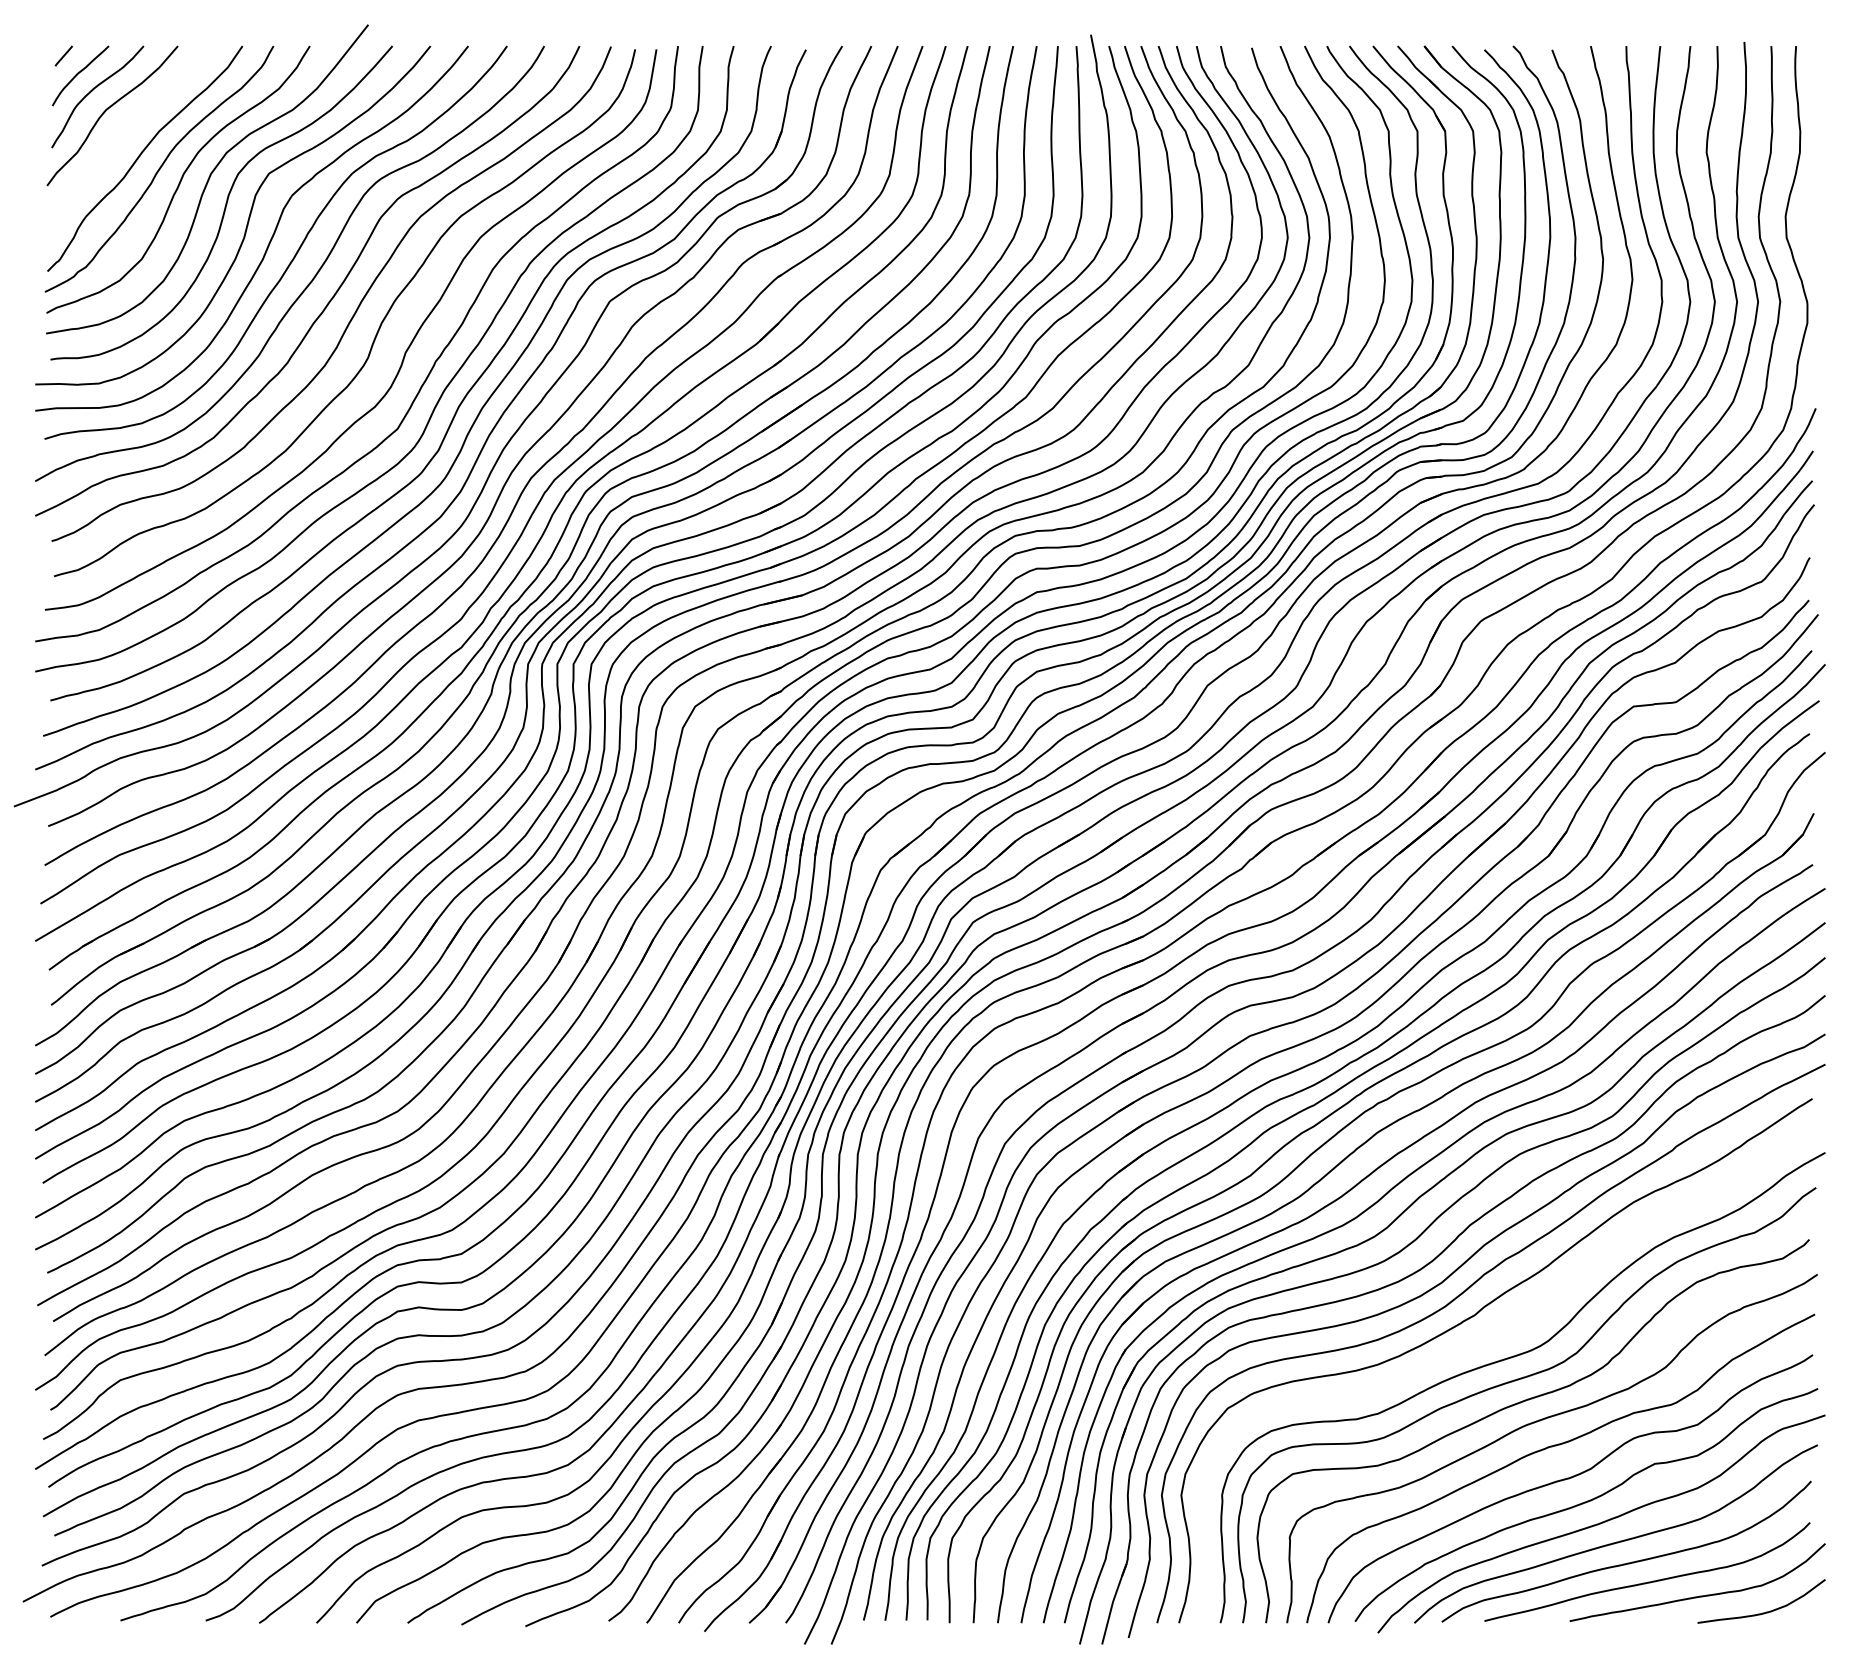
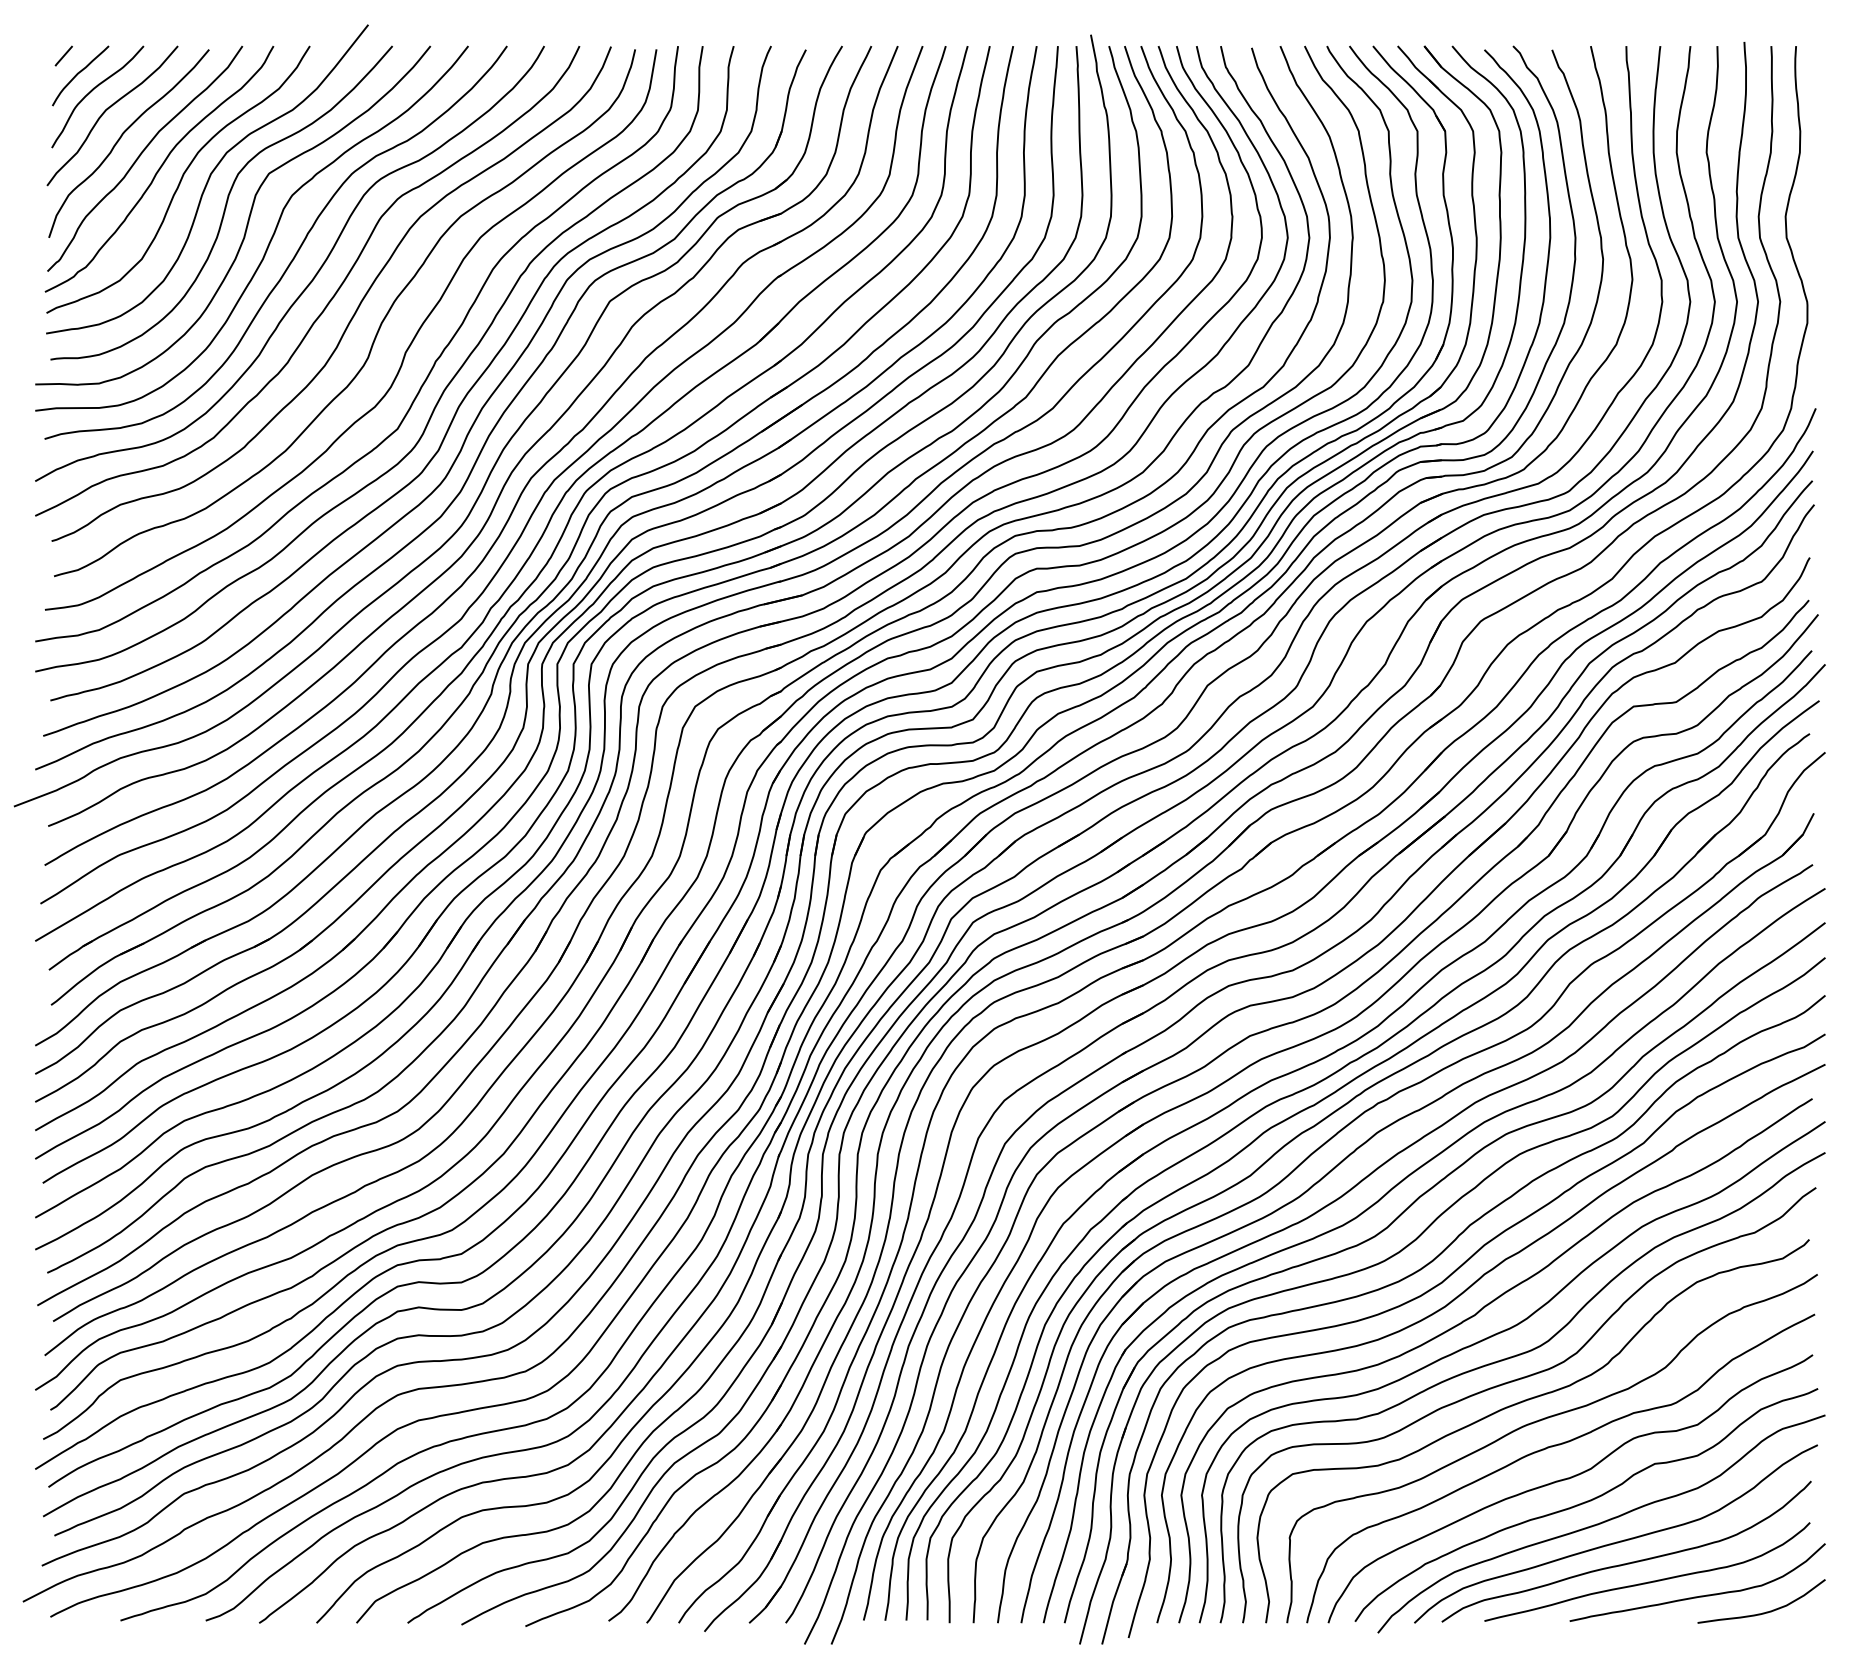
curve at (120, 139): none -> present
curve at (1496, 1335): none -> present
